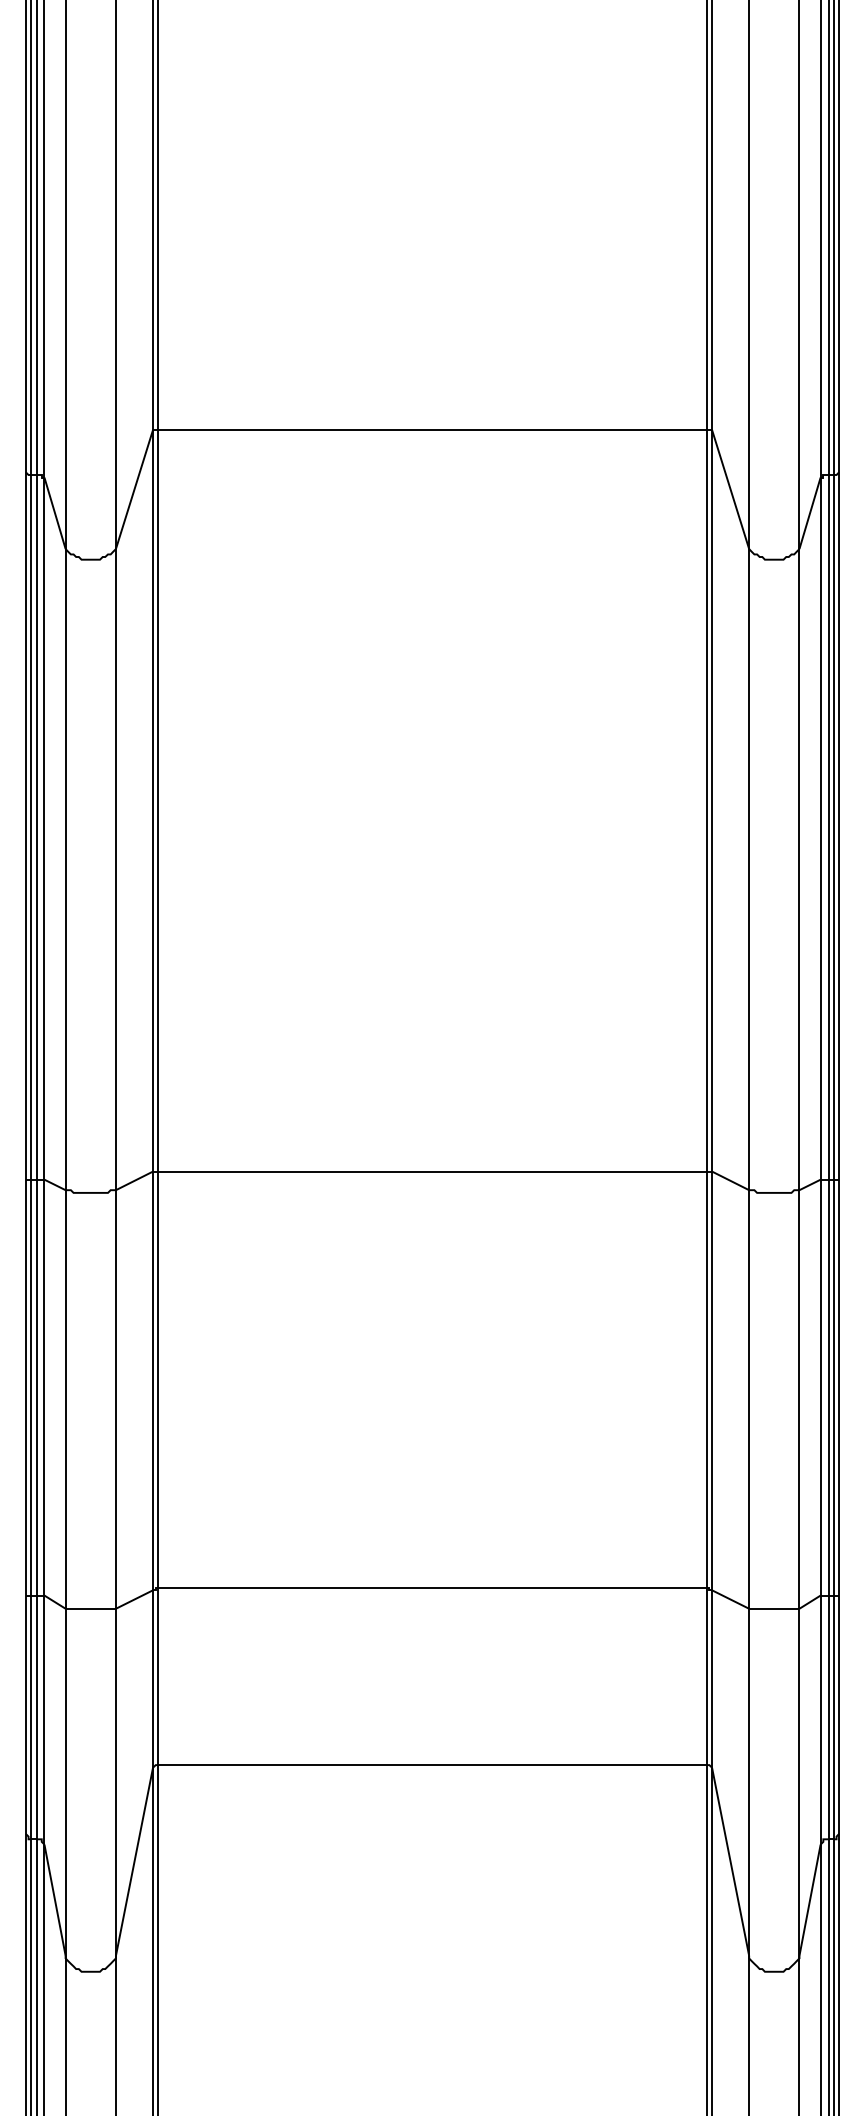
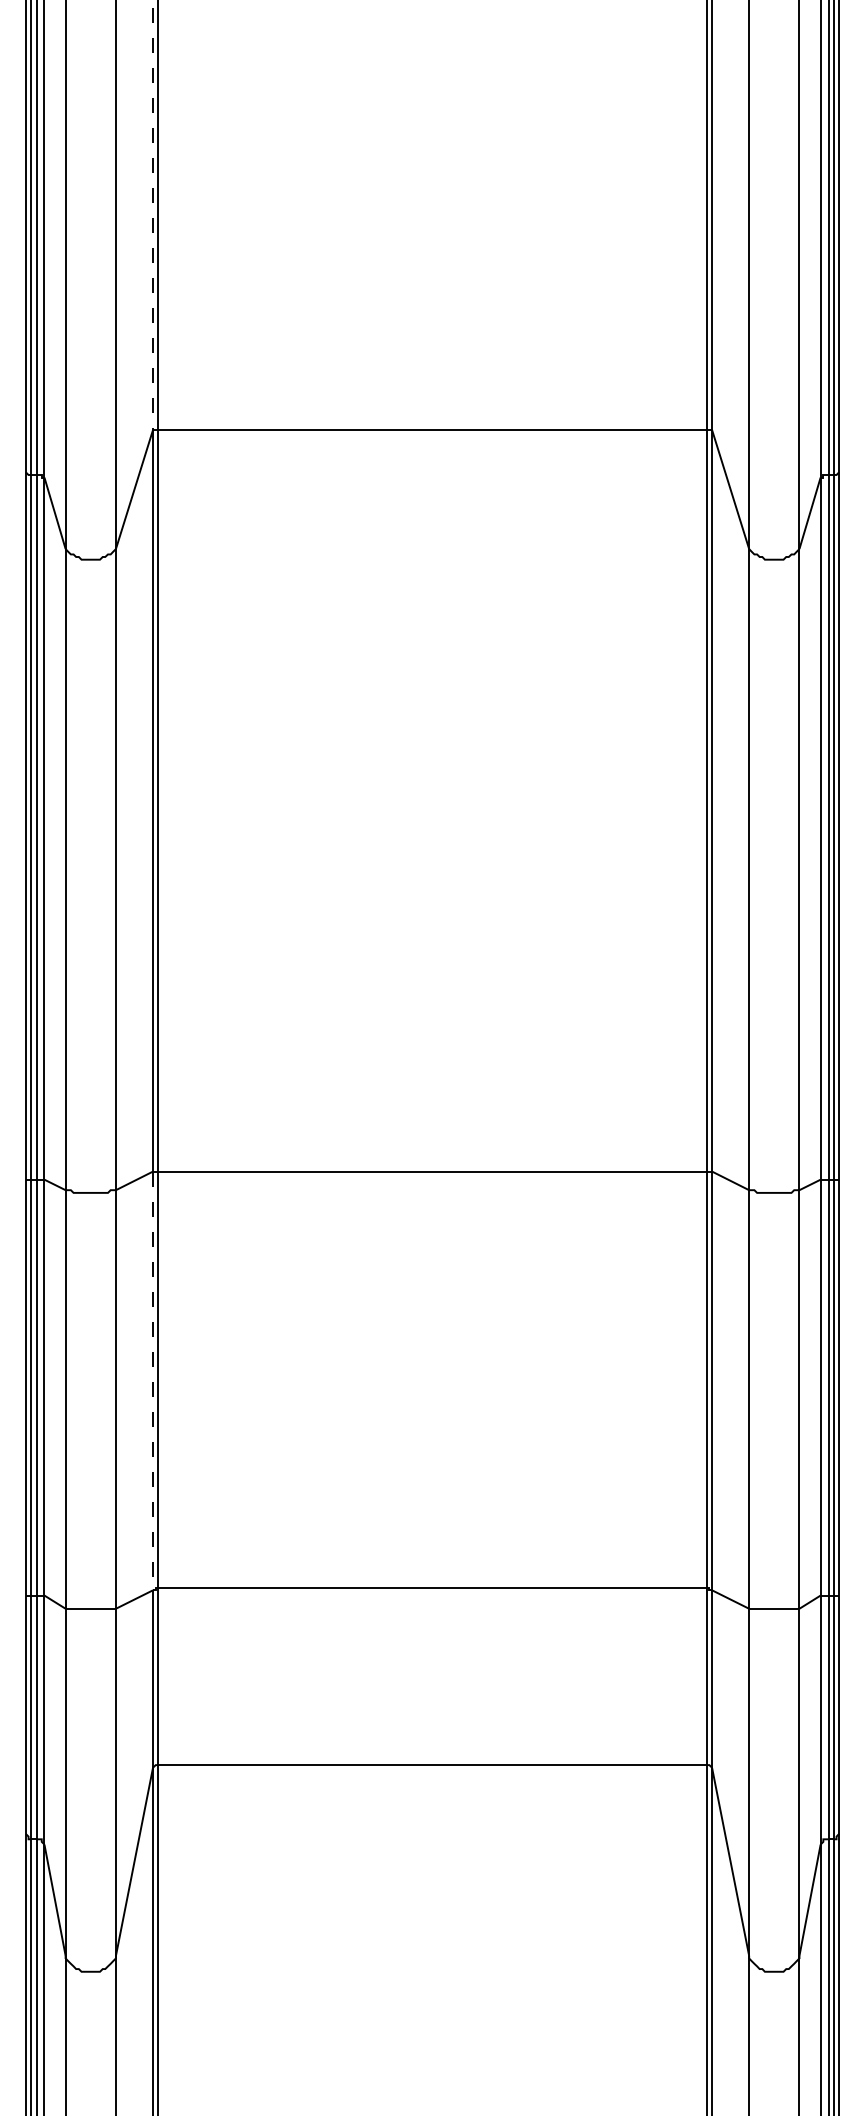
line at (153, 214): solid -> dashed
line at (153, 1381): solid -> dashed
